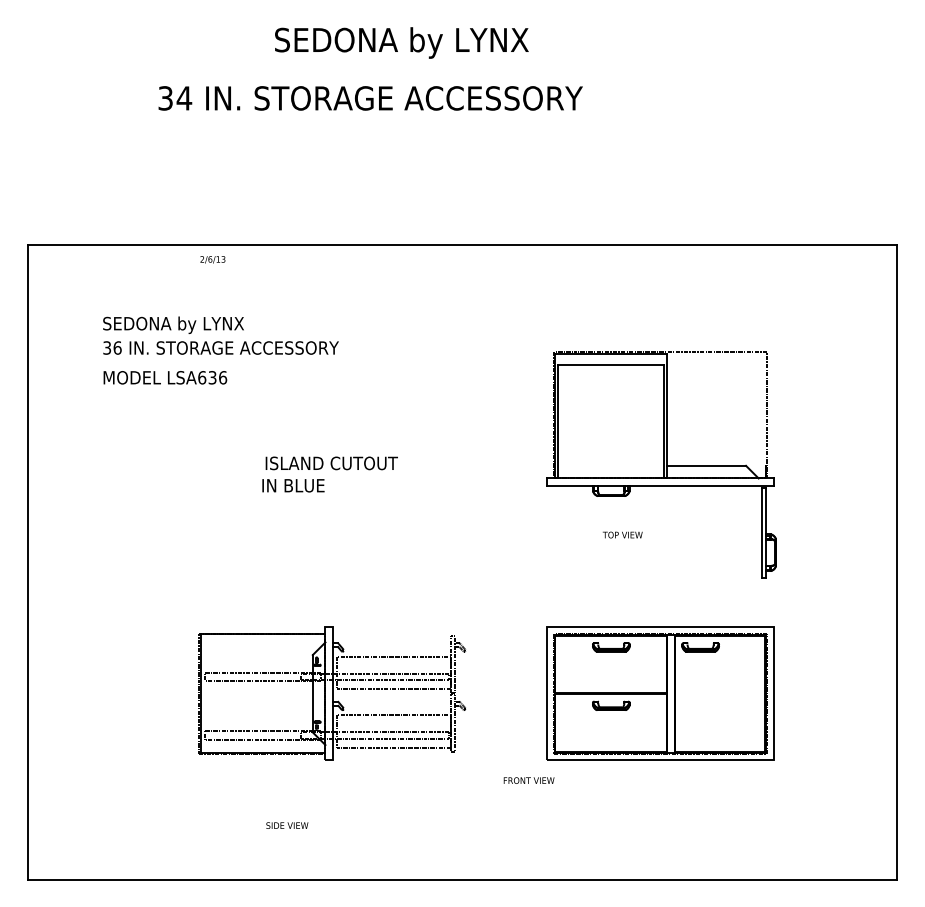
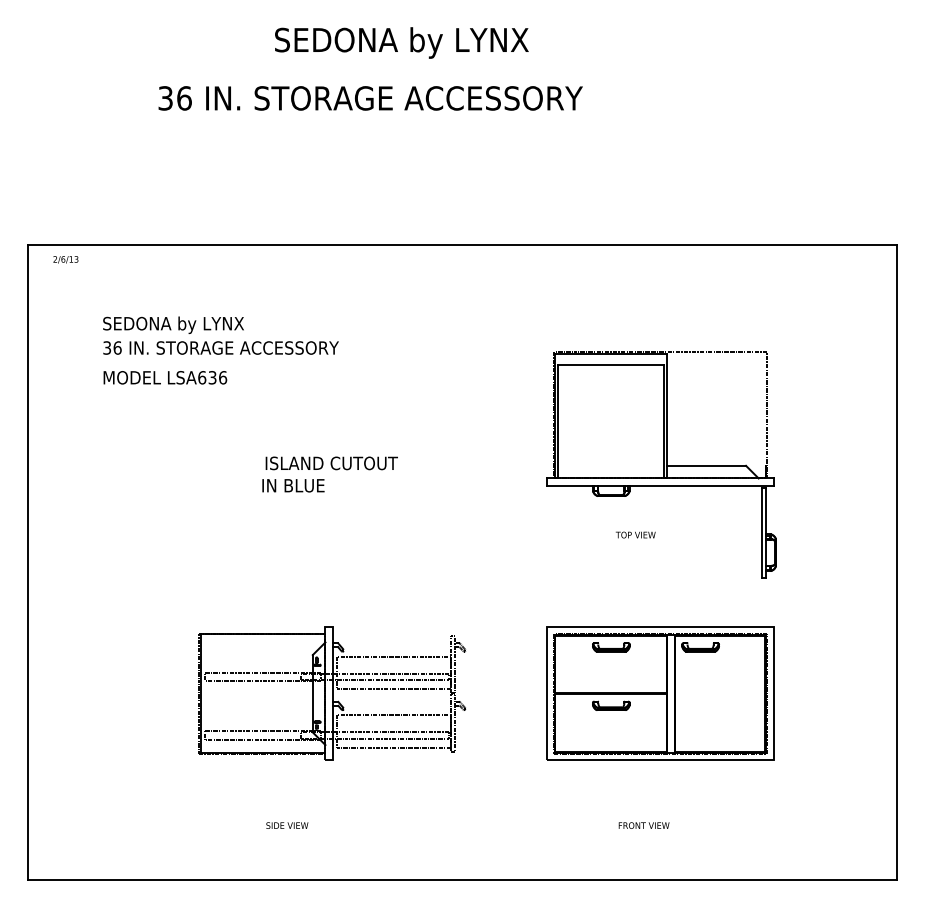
text at (184, 98): 34 -> 36
text at (212, 259) position: (212, 259) -> (65, 259)
text at (622, 534) position: (622, 534) -> (635, 534)
text at (528, 780) position: (528, 780) -> (643, 825)
